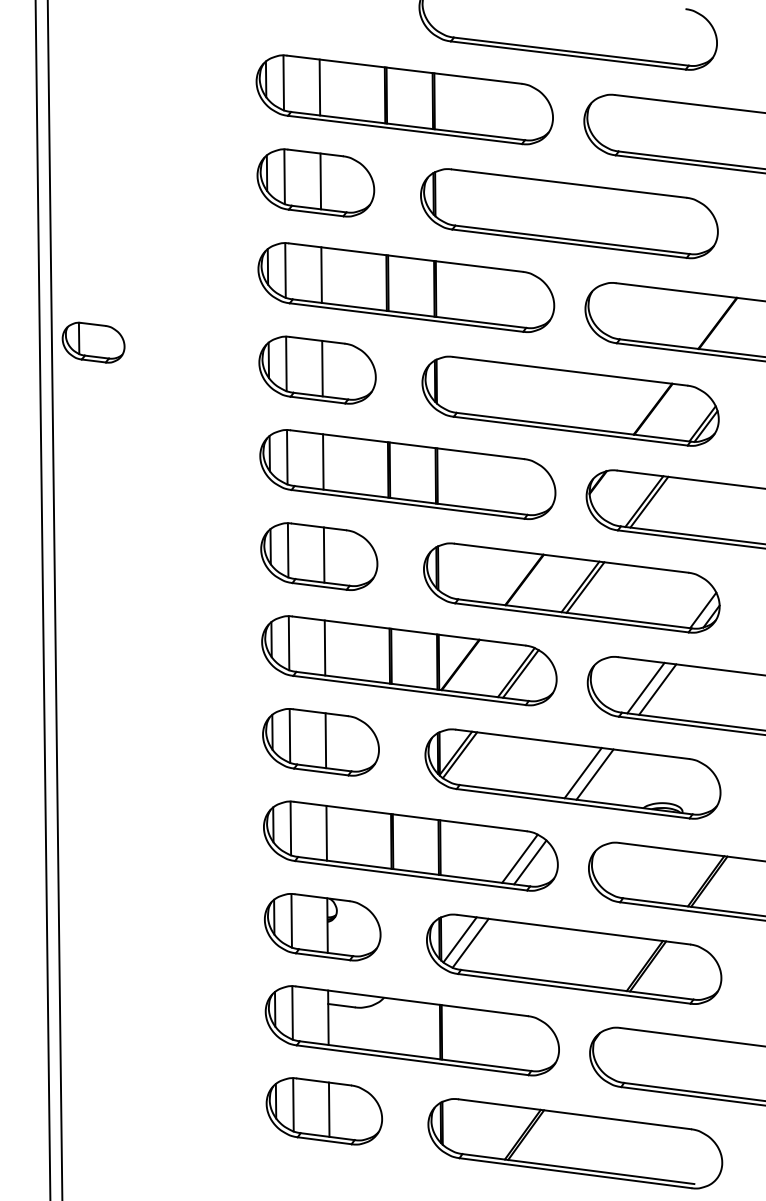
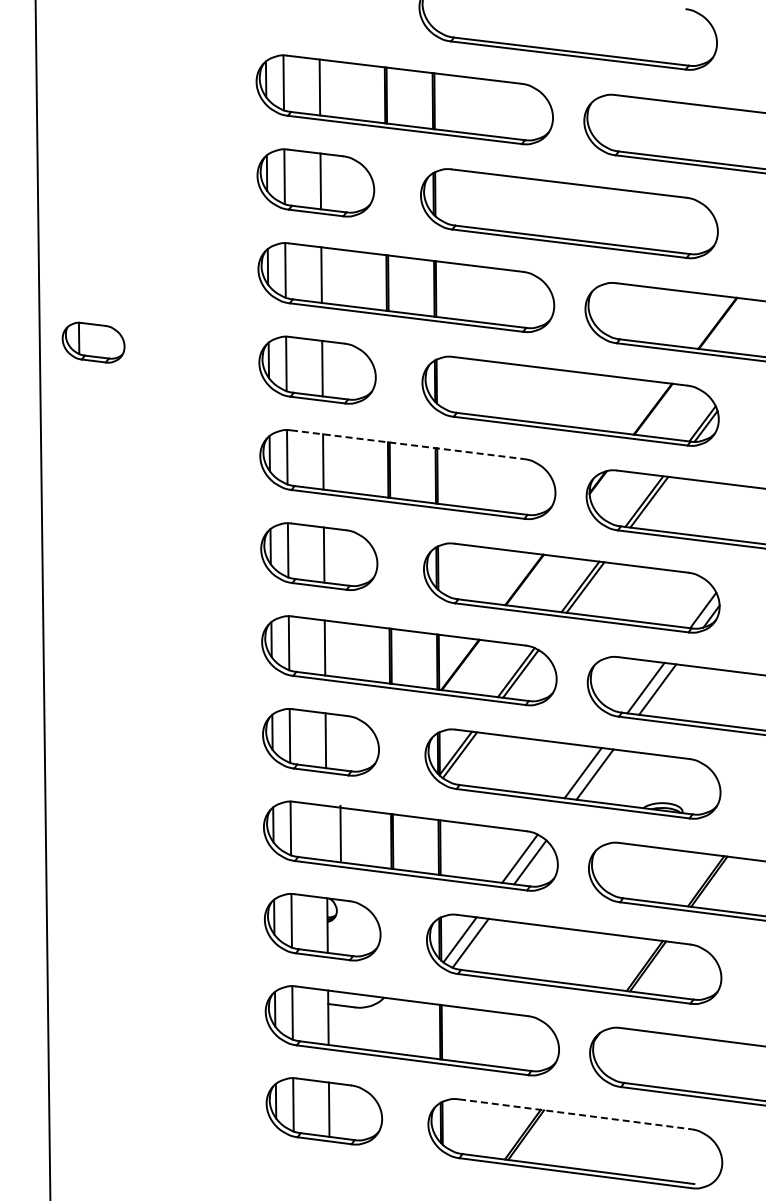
line at (408, 444): solid -> dashed
line at (54, 599): present -> none
line at (326, 832) position: (326, 832) -> (340, 832)
line at (575, 1114): solid -> dashed
